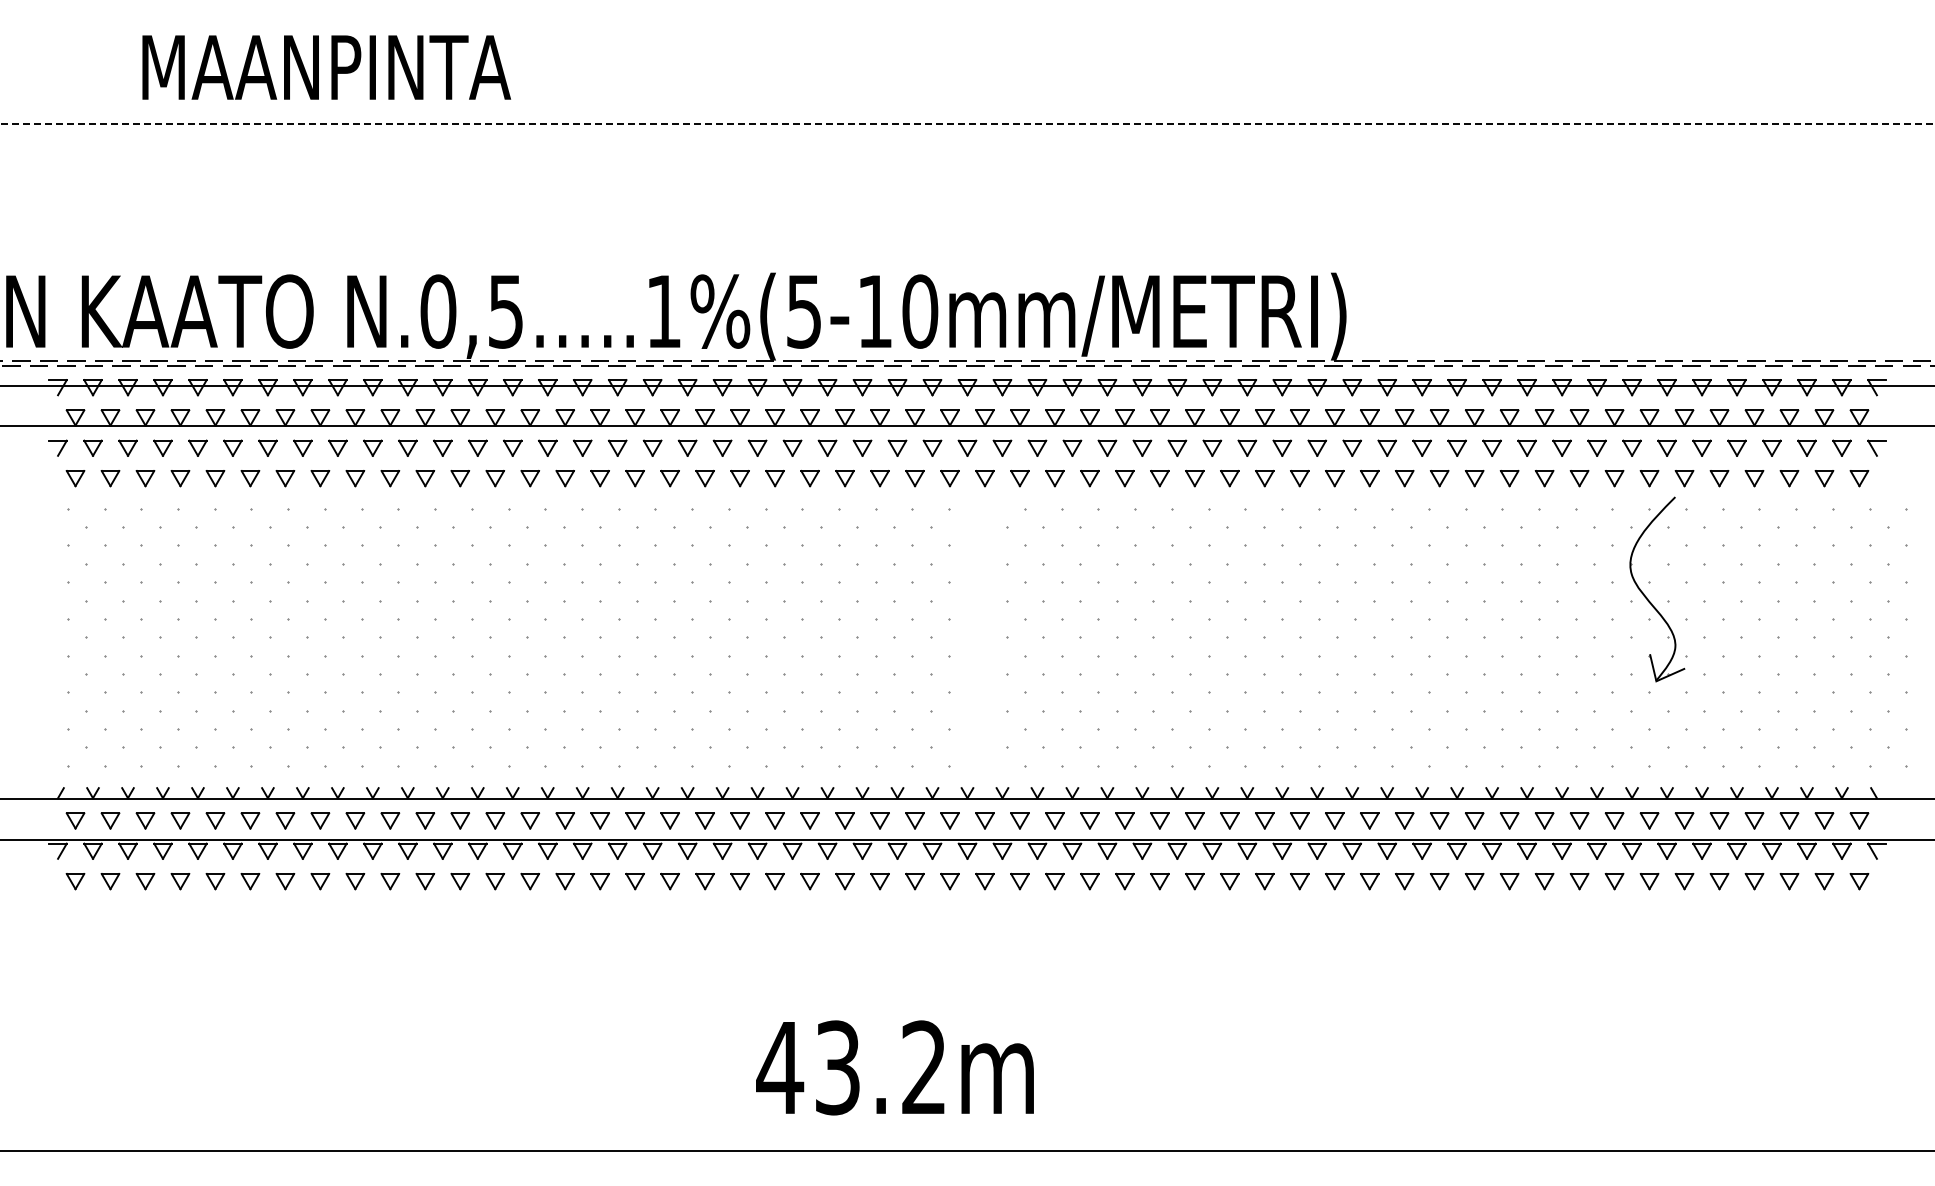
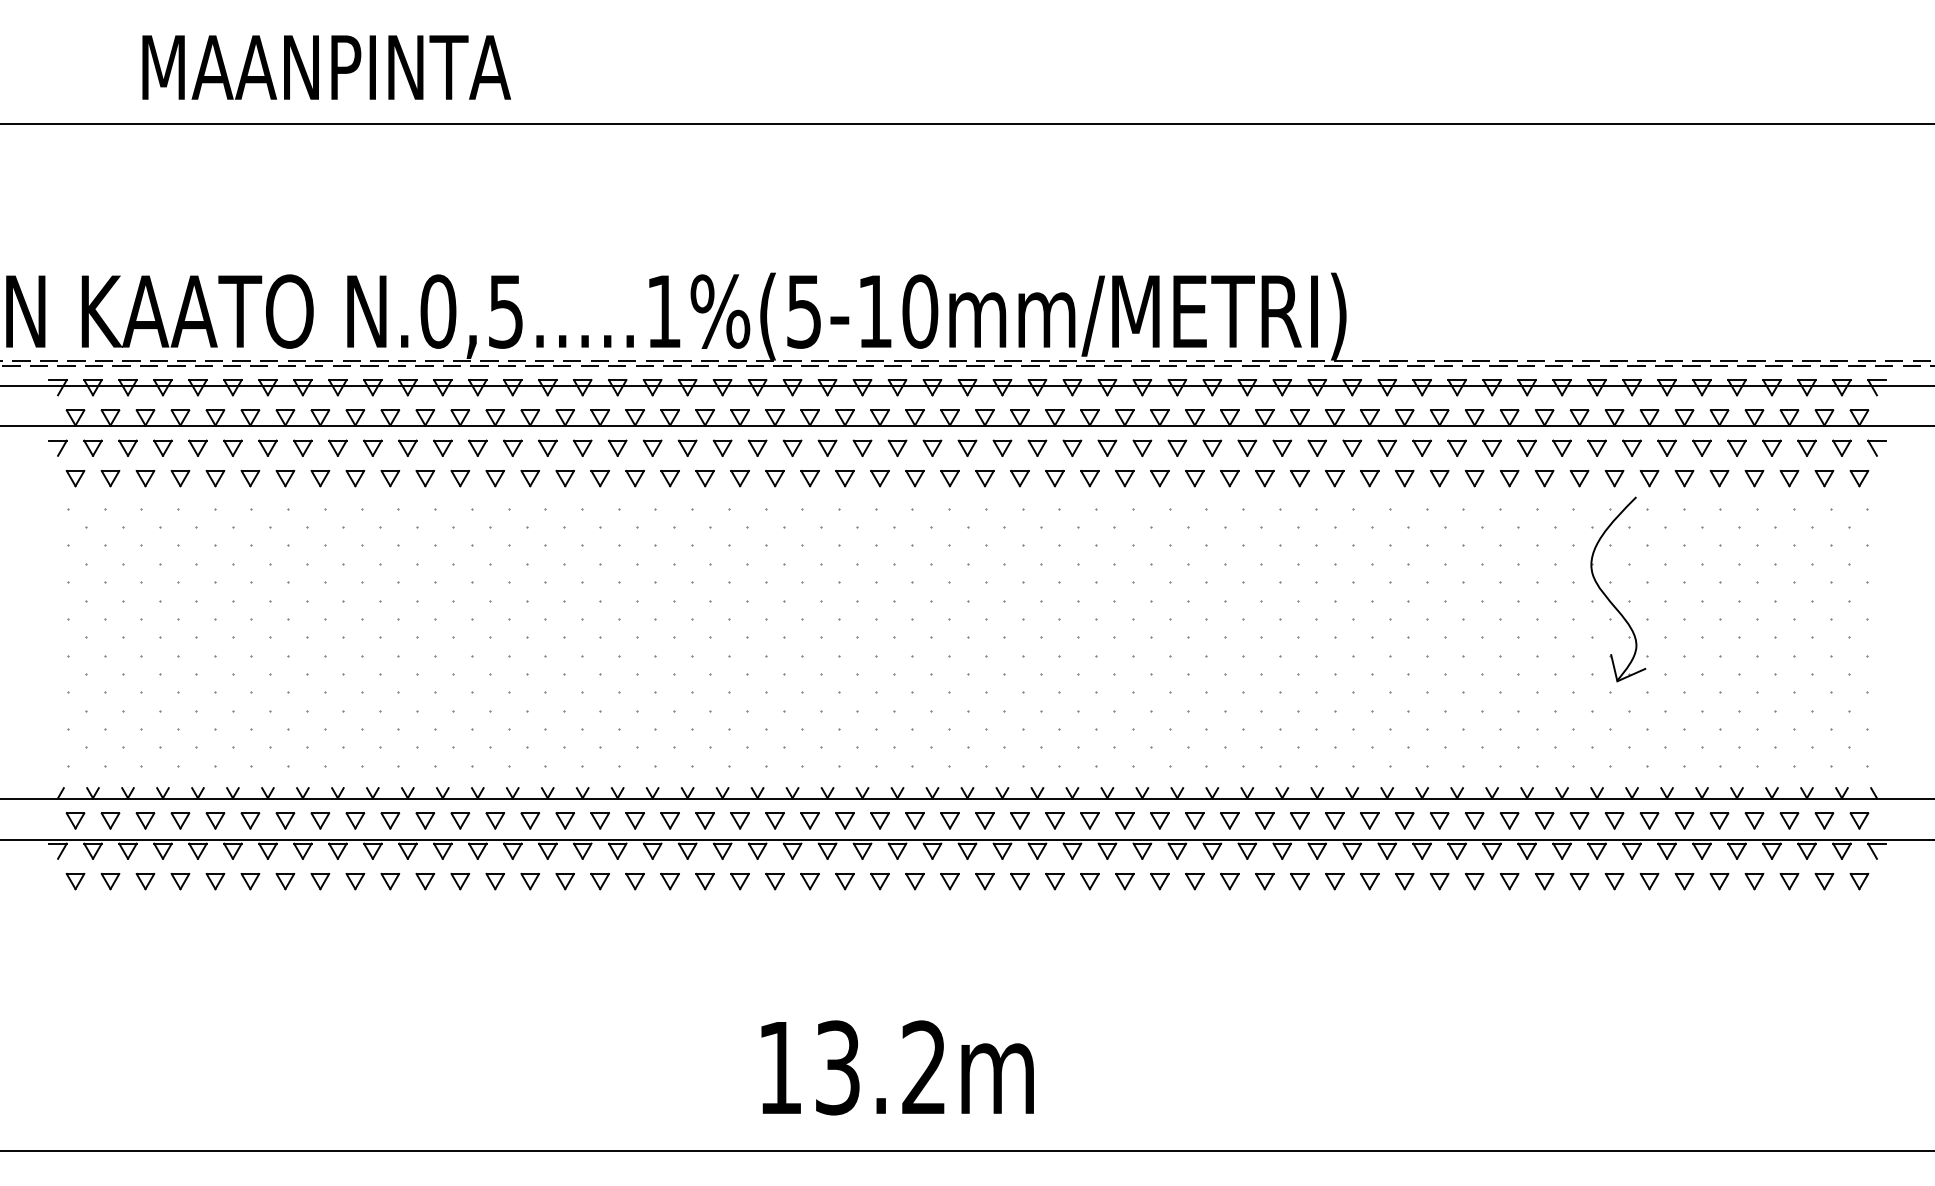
line at (968, 123): dashed -> solid
part at (1448, 637) position: (1448, 637) -> (1409, 637)
text at (780, 1067): 43.2m -> 13.2m
